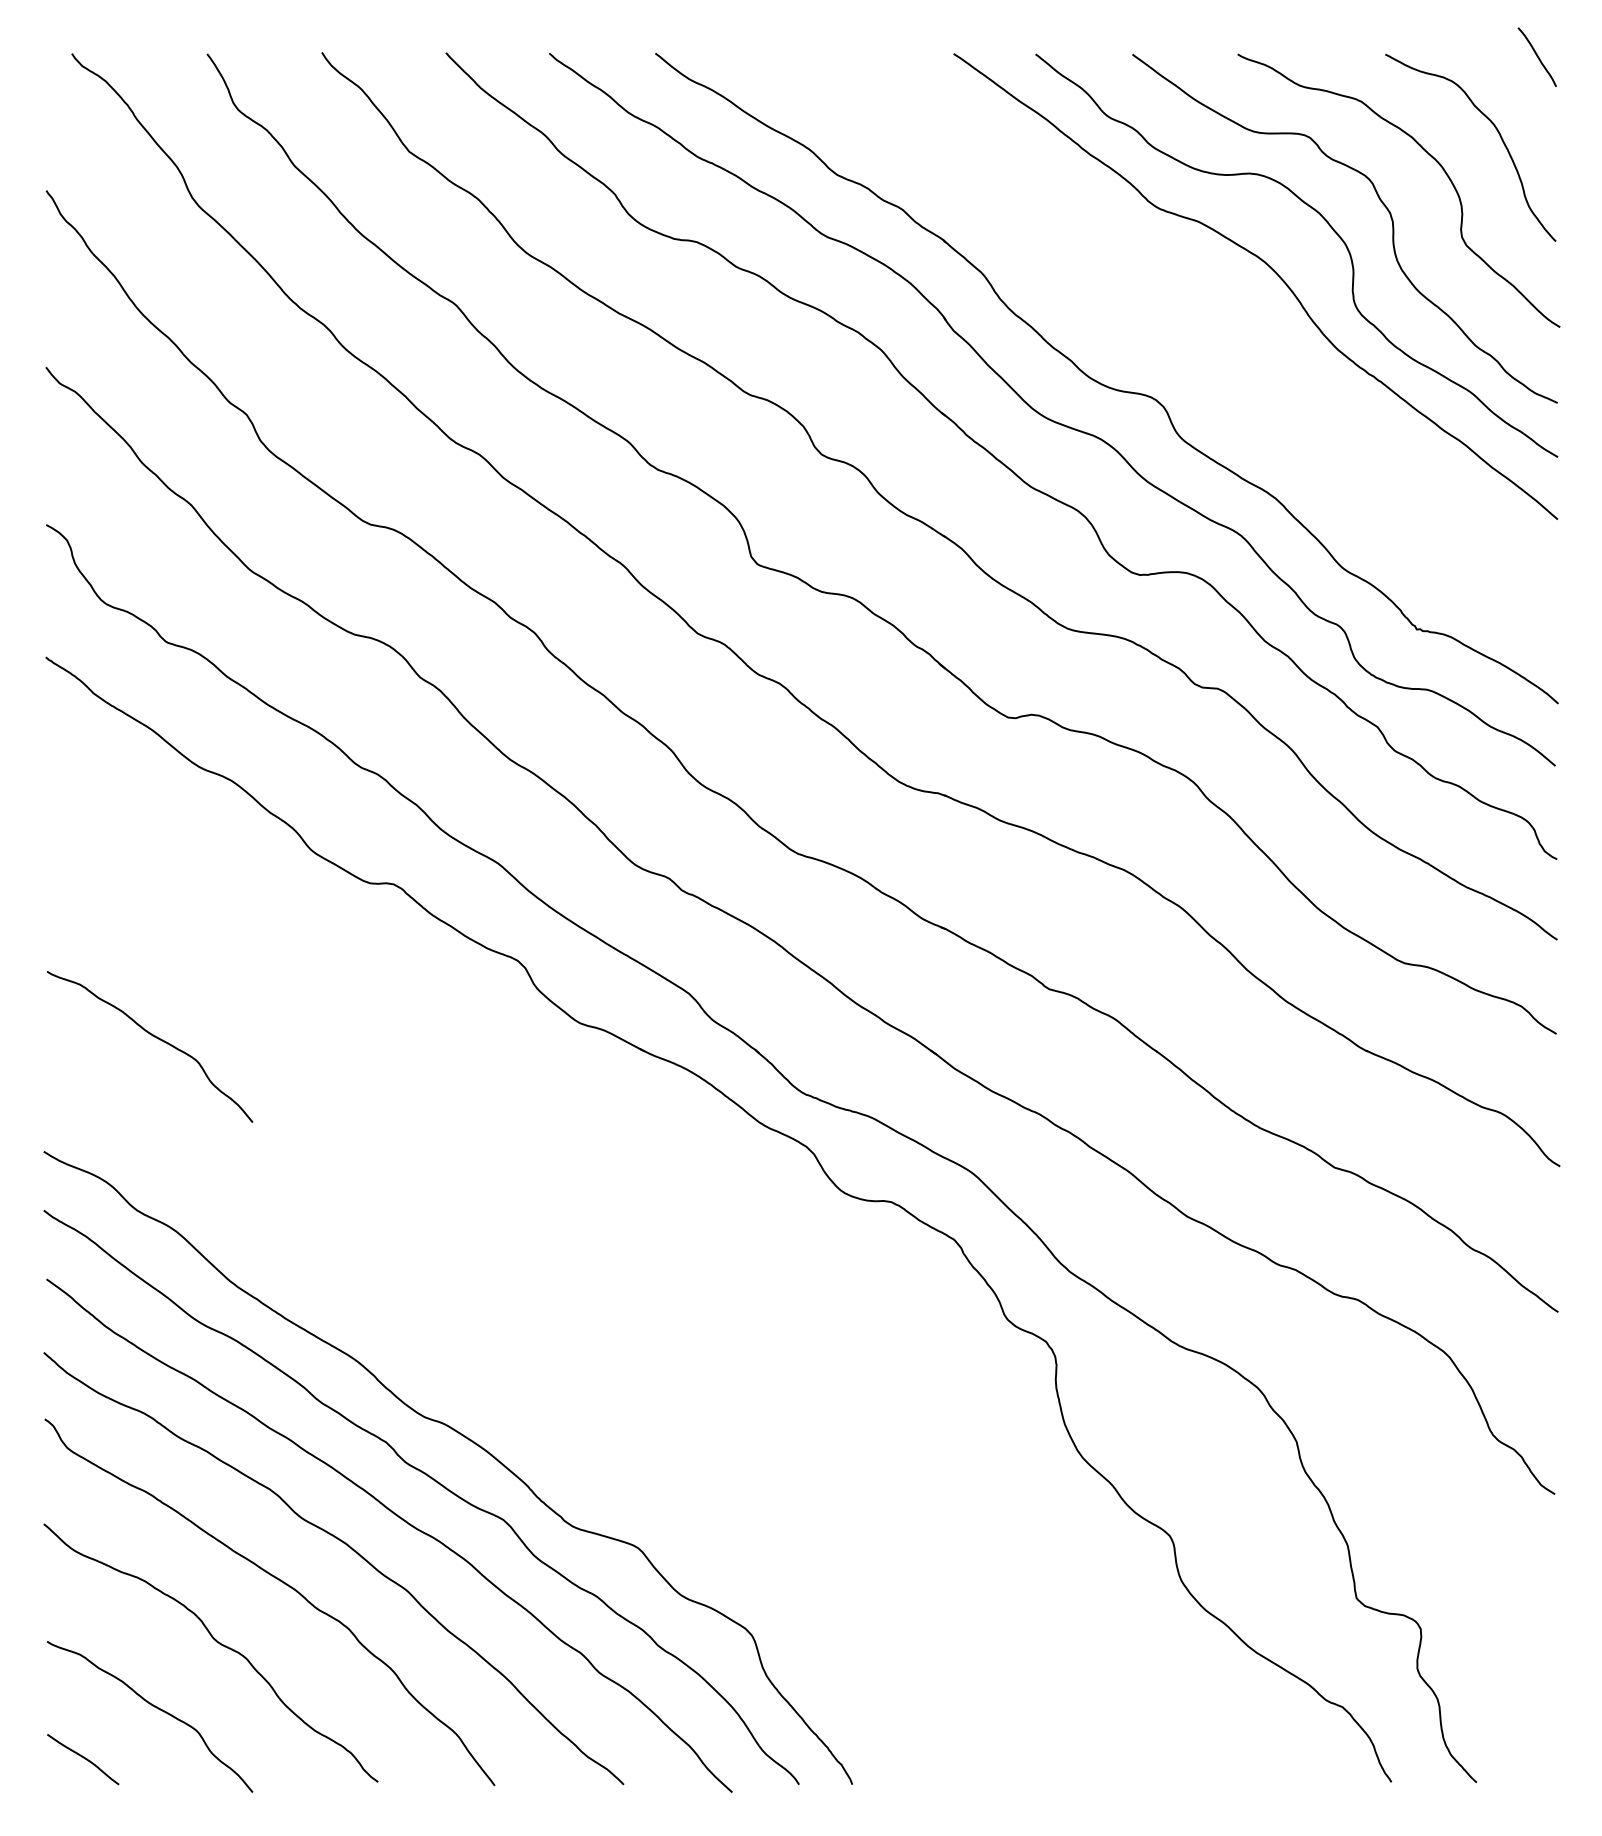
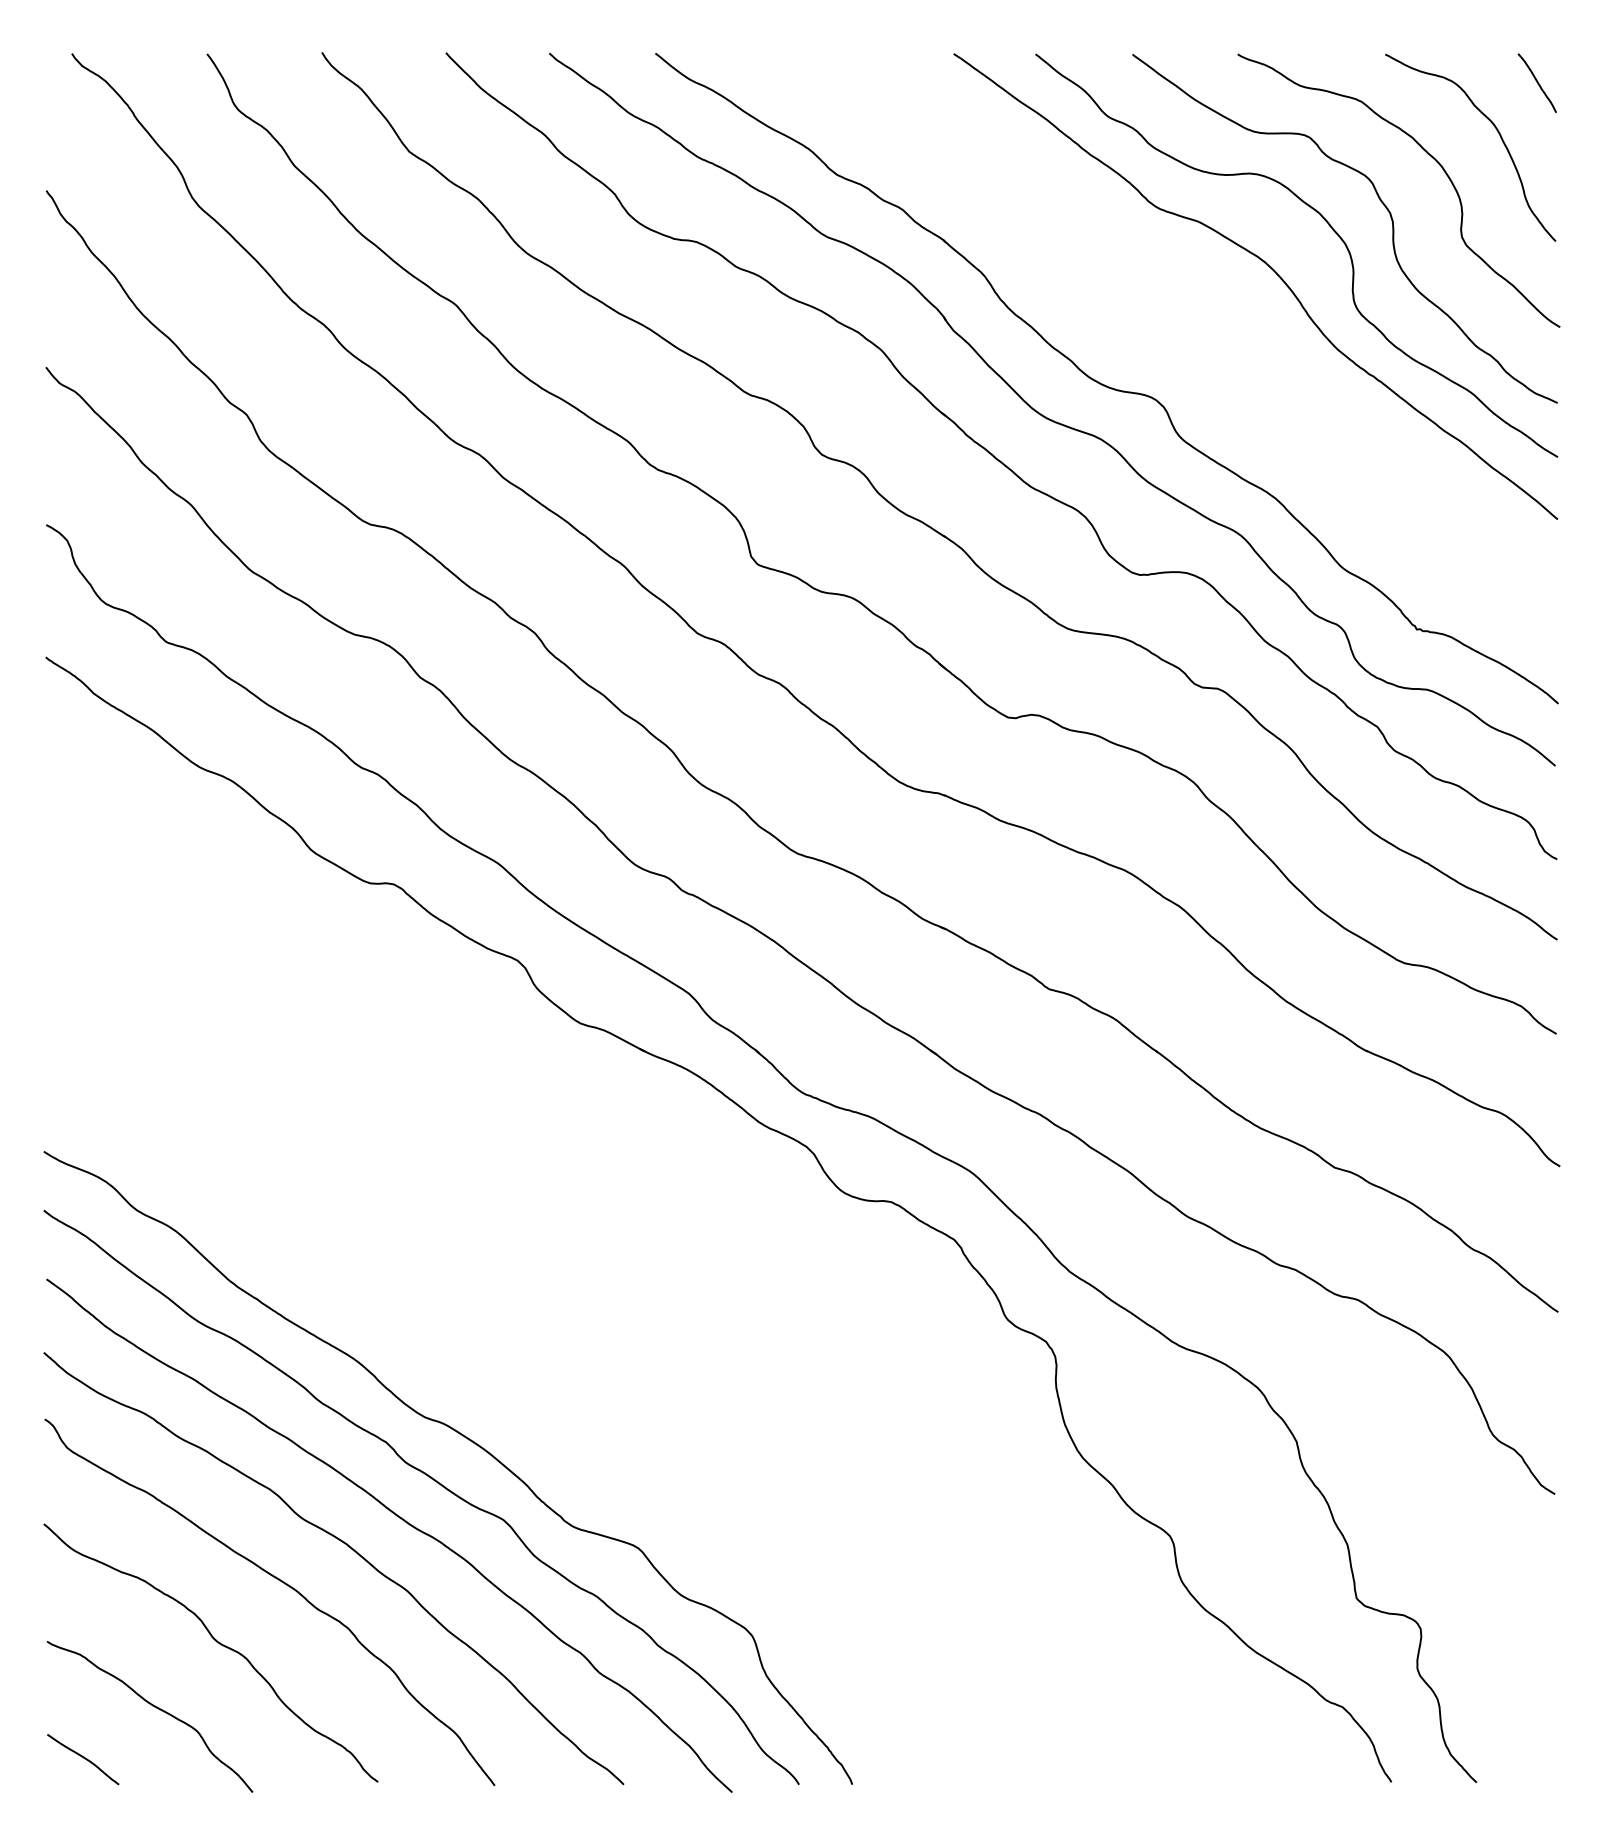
curve at (1536, 56) position: (1536, 56) -> (1536, 82)
curve at (154, 1037): present -> none
